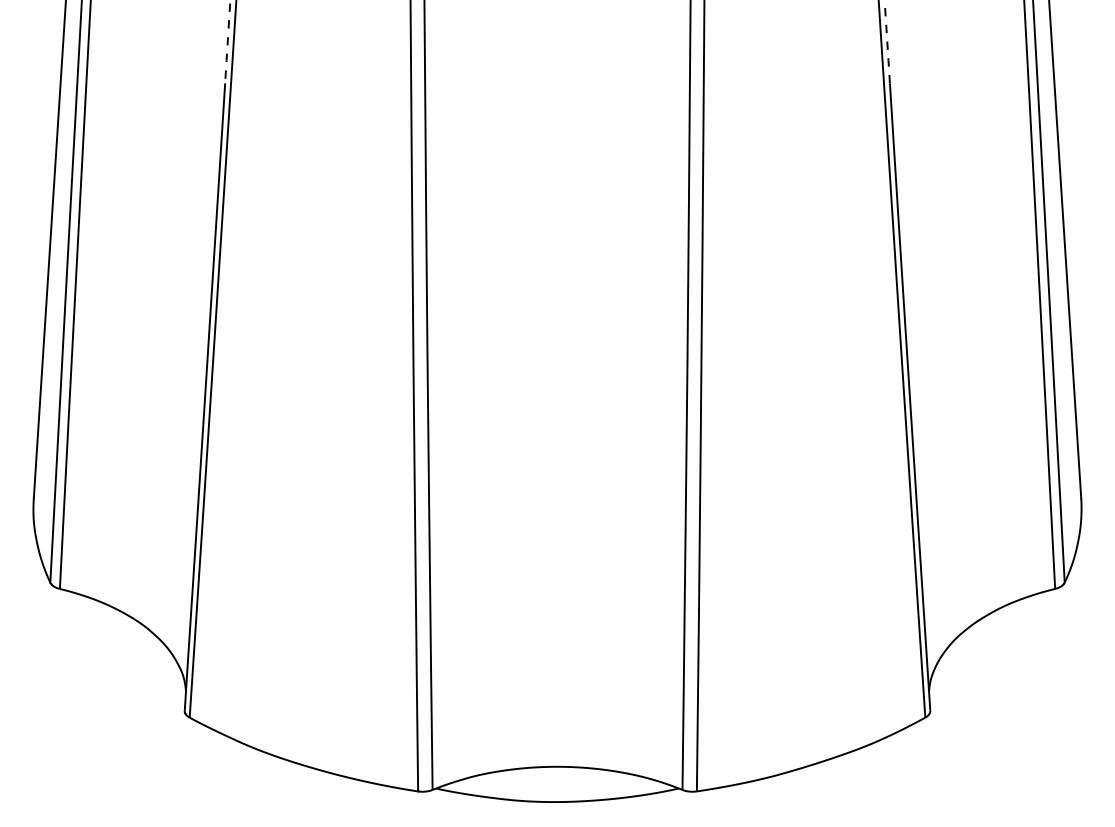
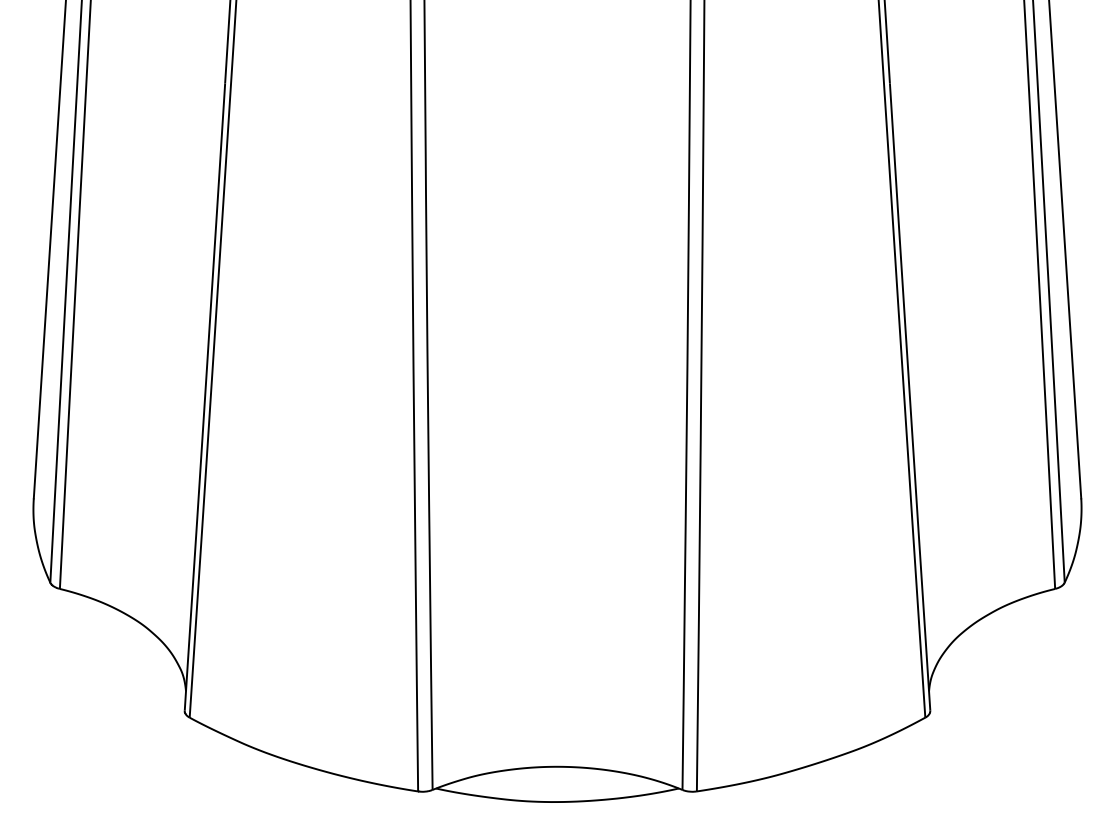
line at (227, 42): dashed -> solid
line at (887, 42): dashed -> solid
